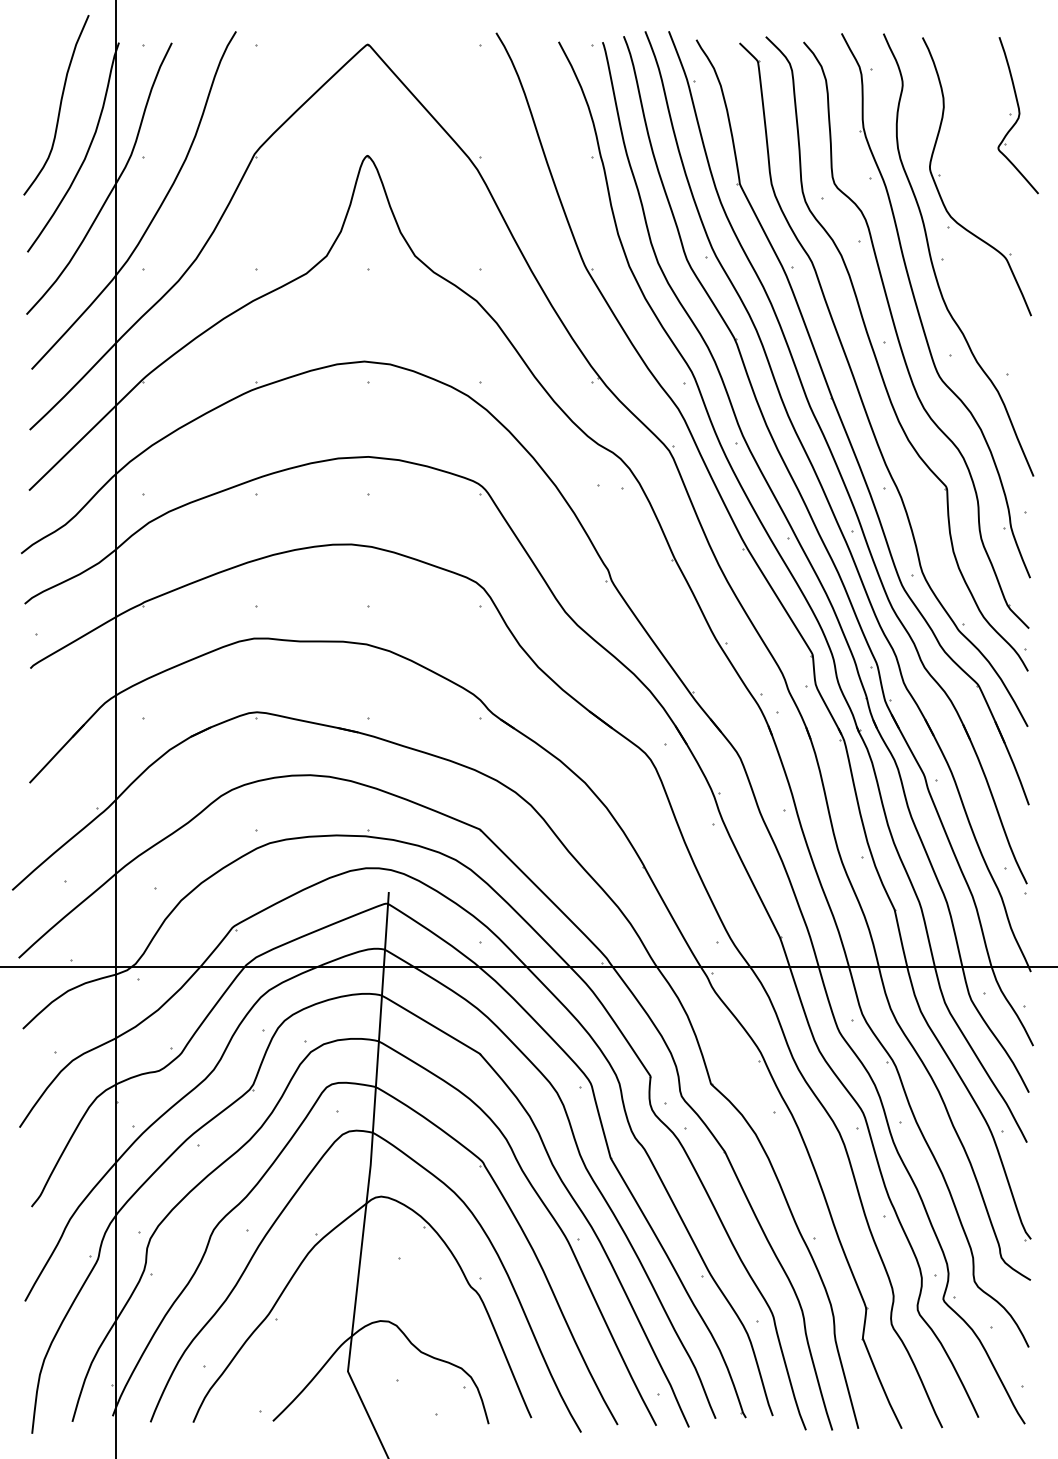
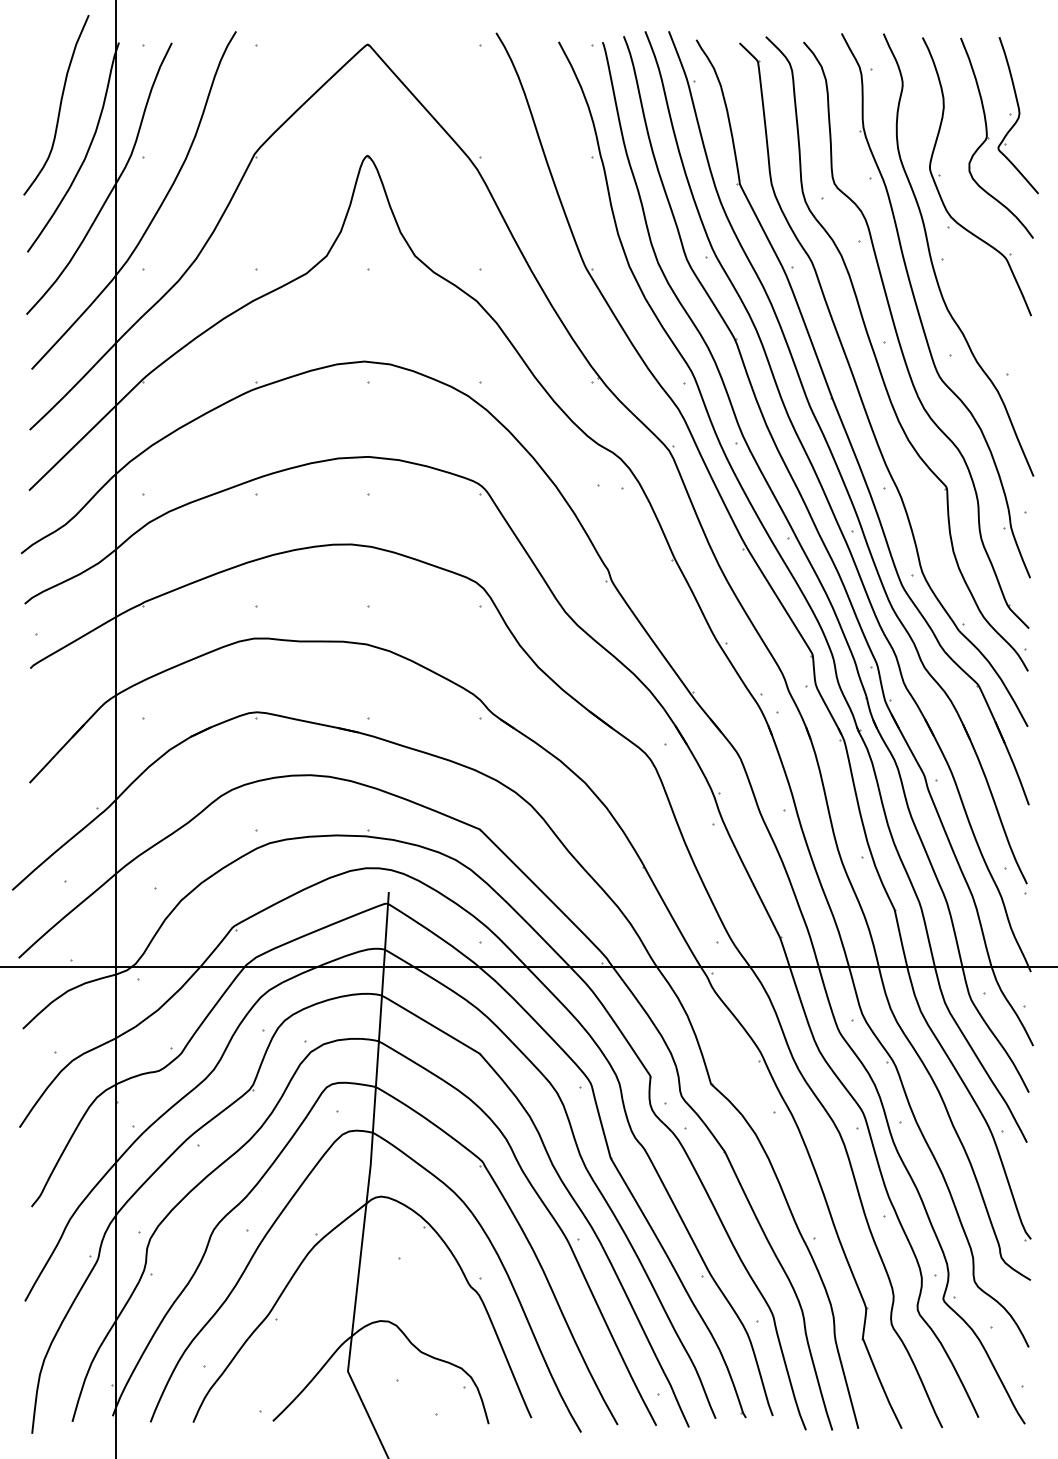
part at (989, 138): none -> present
